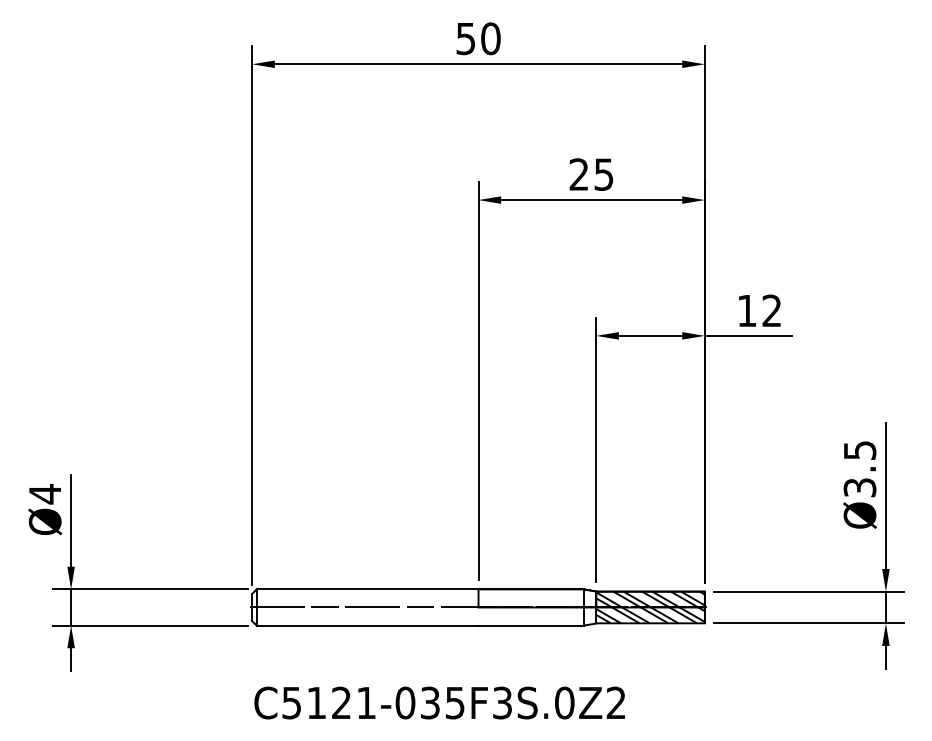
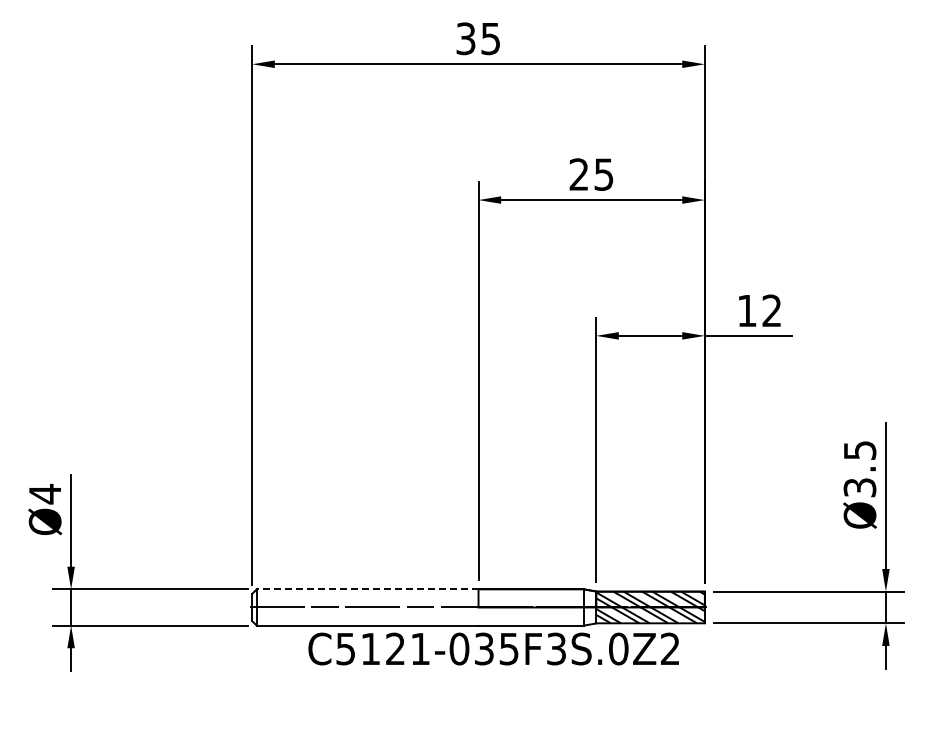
text at (478, 38): 50 -> 35
line at (367, 589): solid -> dashed
text at (439, 702) position: (439, 702) -> (493, 648)
